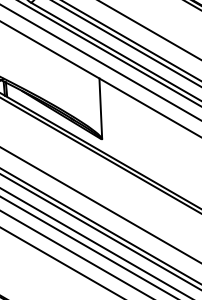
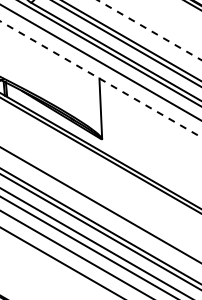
line at (149, 30): solid -> dashed
line at (100, 79): solid -> dashed
